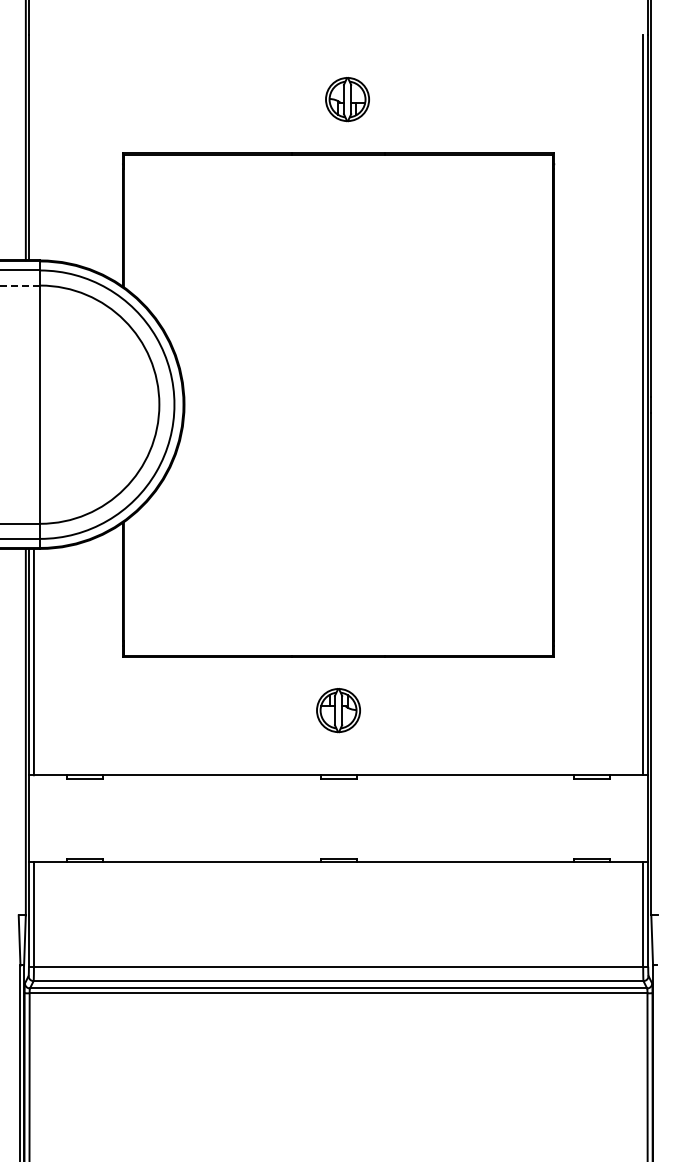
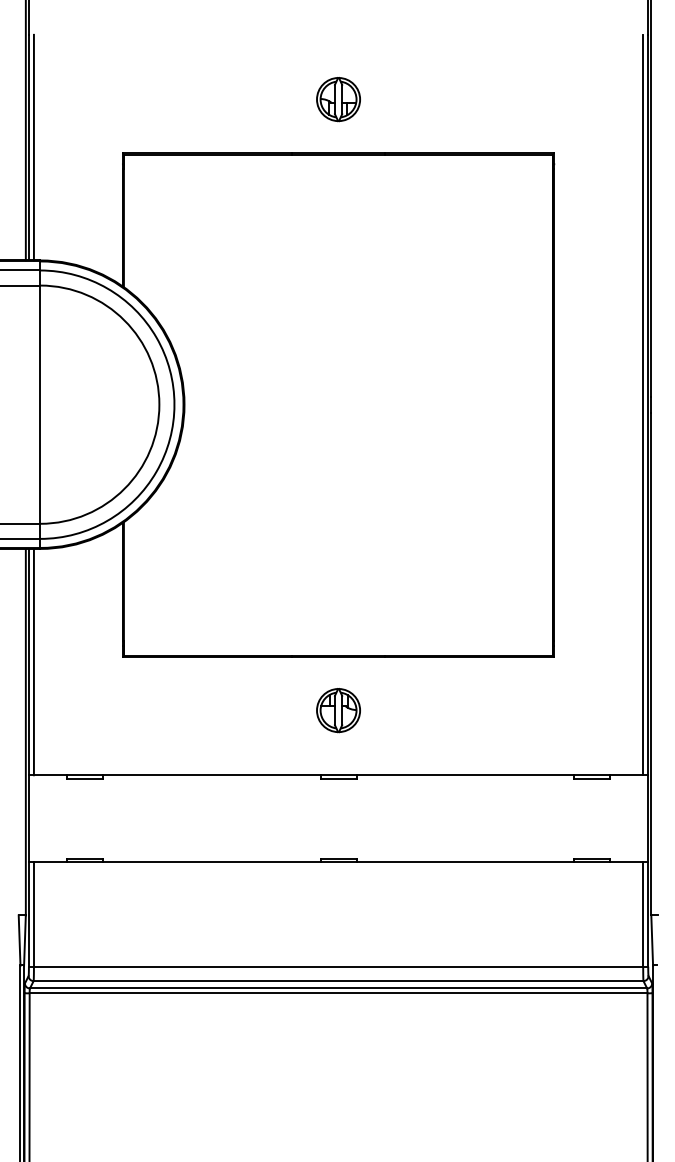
part at (347, 99) position: (347, 99) -> (338, 99)
line at (33, 147): none -> present
line at (20, 285): dashed -> solid
